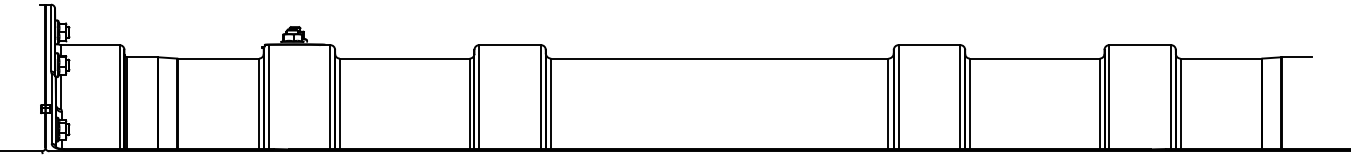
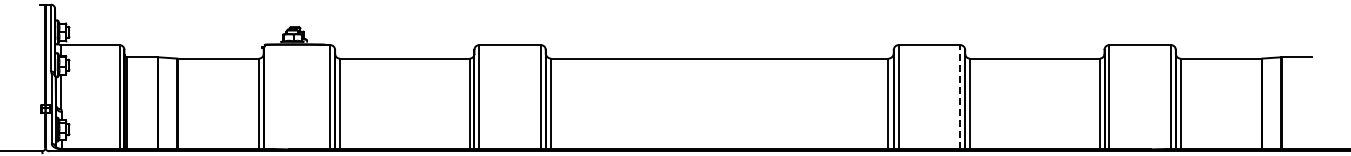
line at (960, 96): solid -> dashed
line at (268, 97): present -> none
